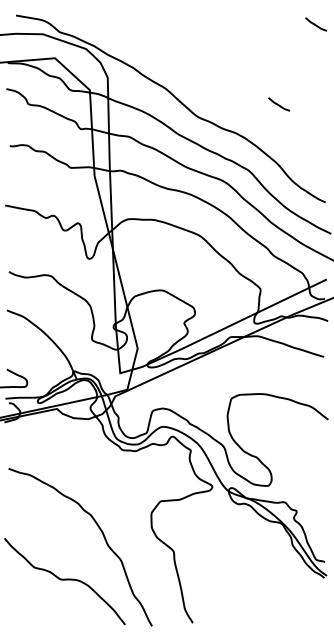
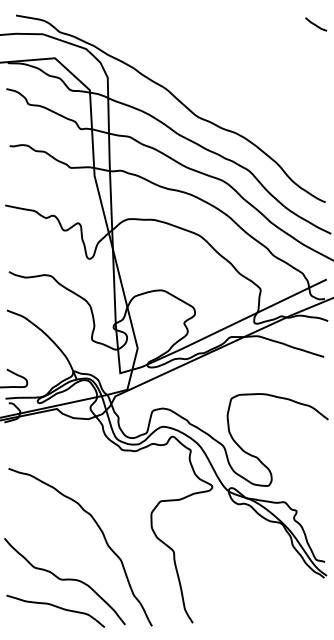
curve at (279, 104): present -> none
part at (55, 610): none -> present
